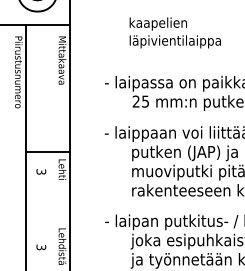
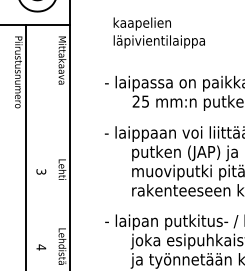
text at (174, 32) position: (174, 32) -> (158, 32)
line at (47, 152): present -> none
text at (41, 247): 3 -> 4
